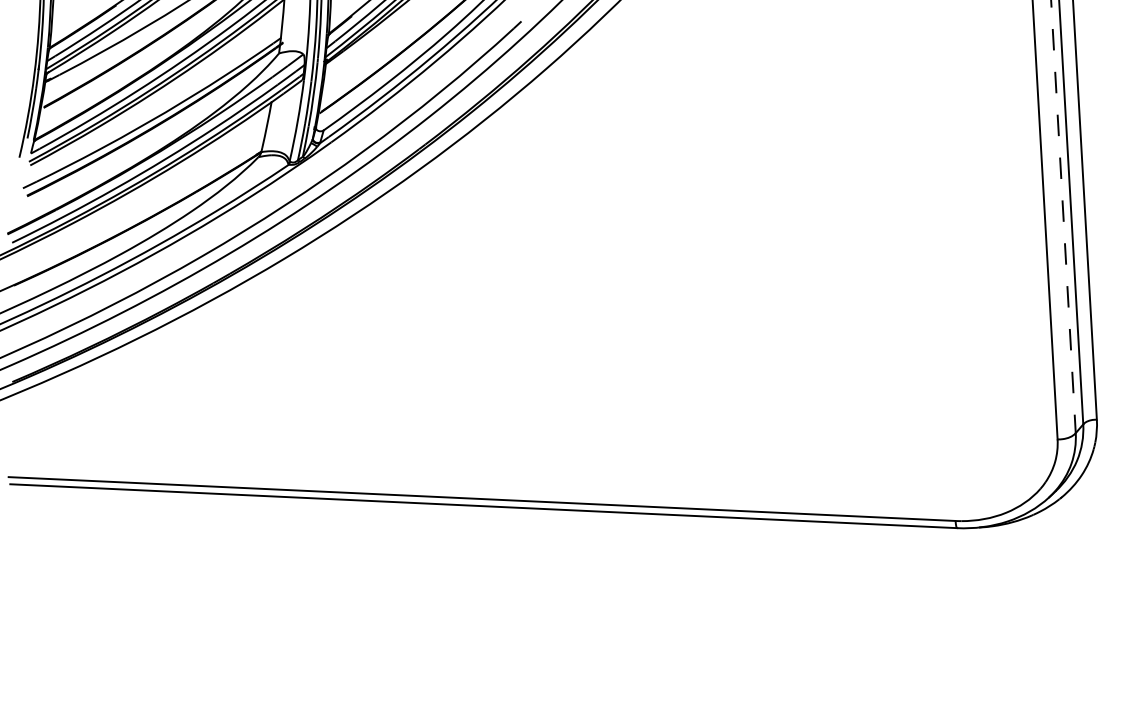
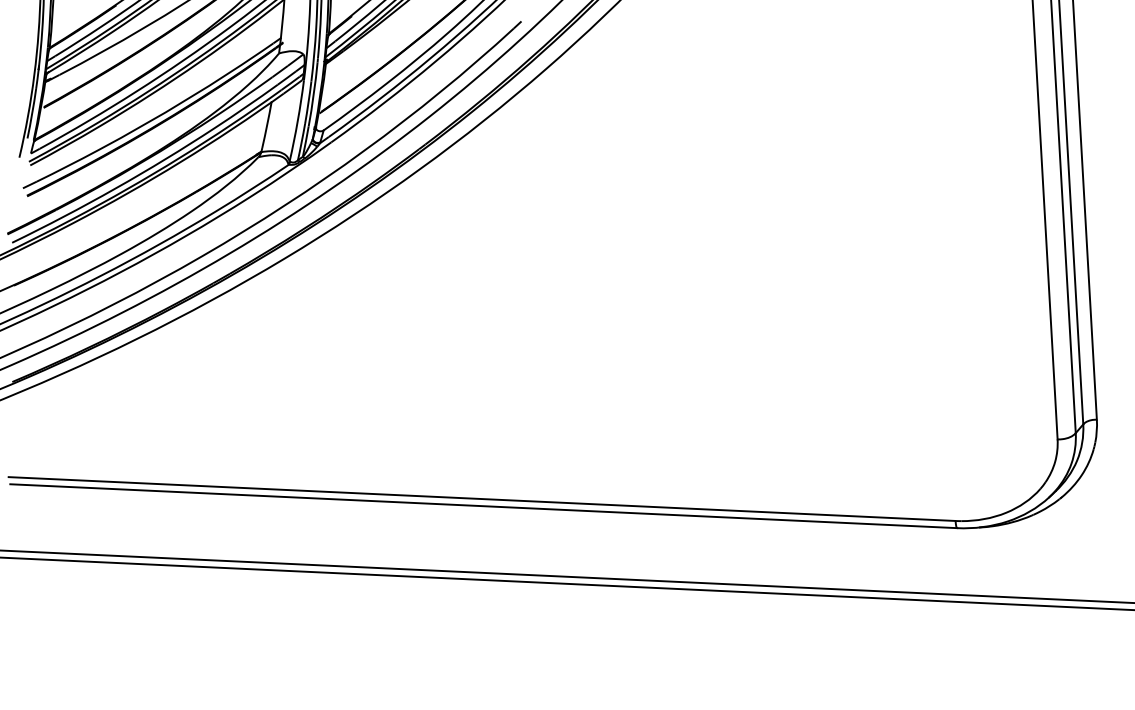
line at (1063, 216): dashed -> solid
line at (566, 576): none -> present
line at (566, 583): none -> present
